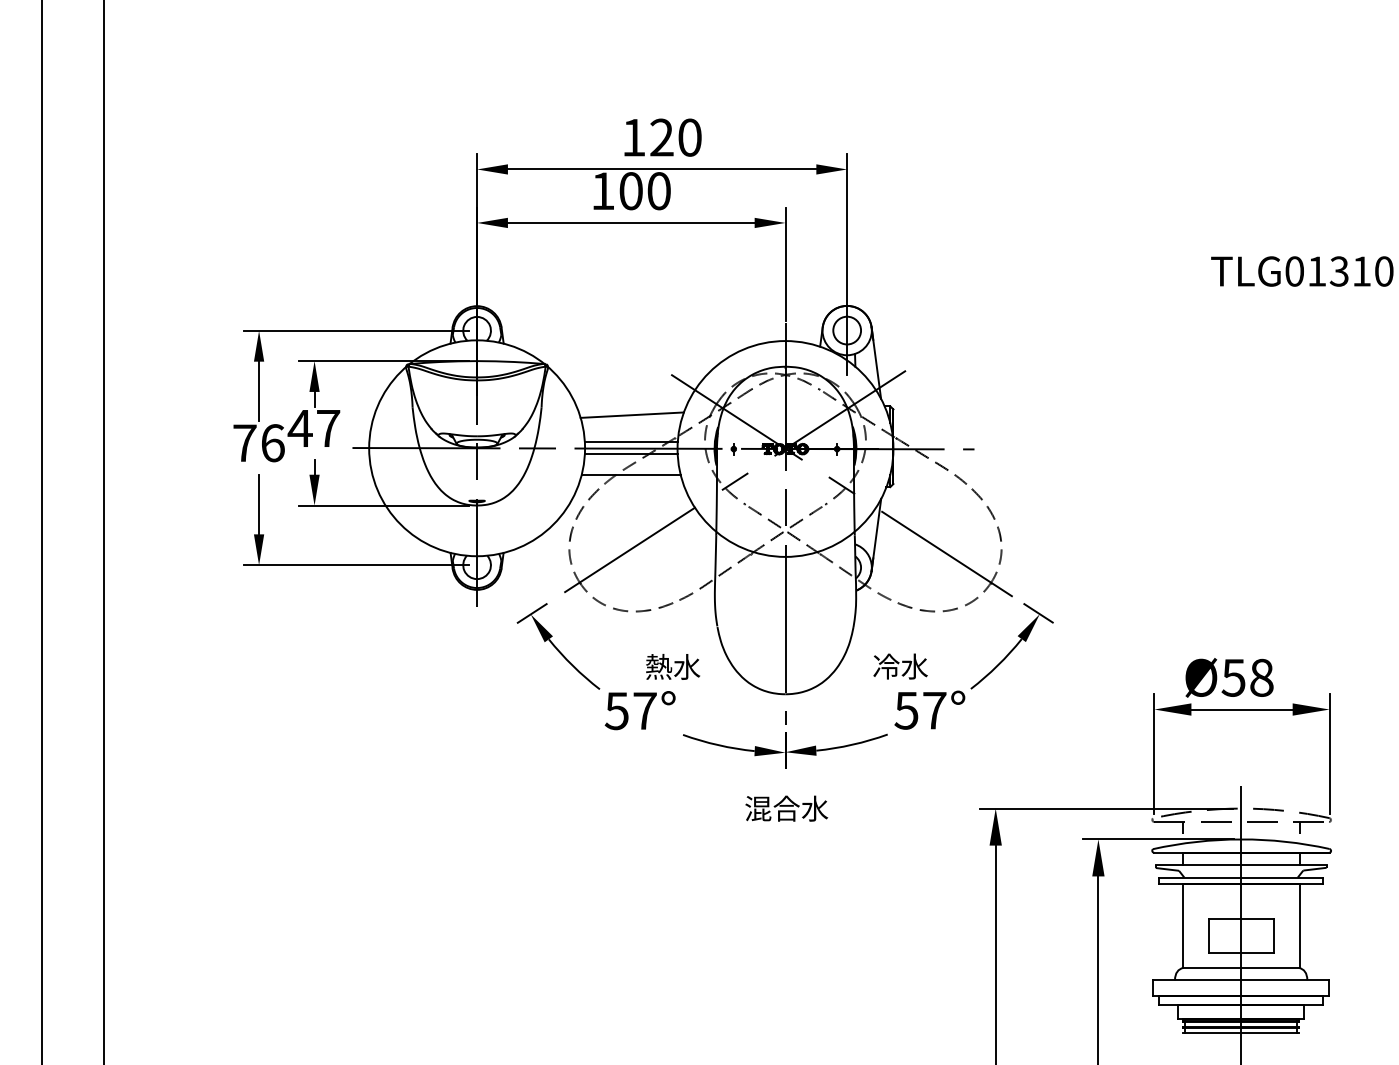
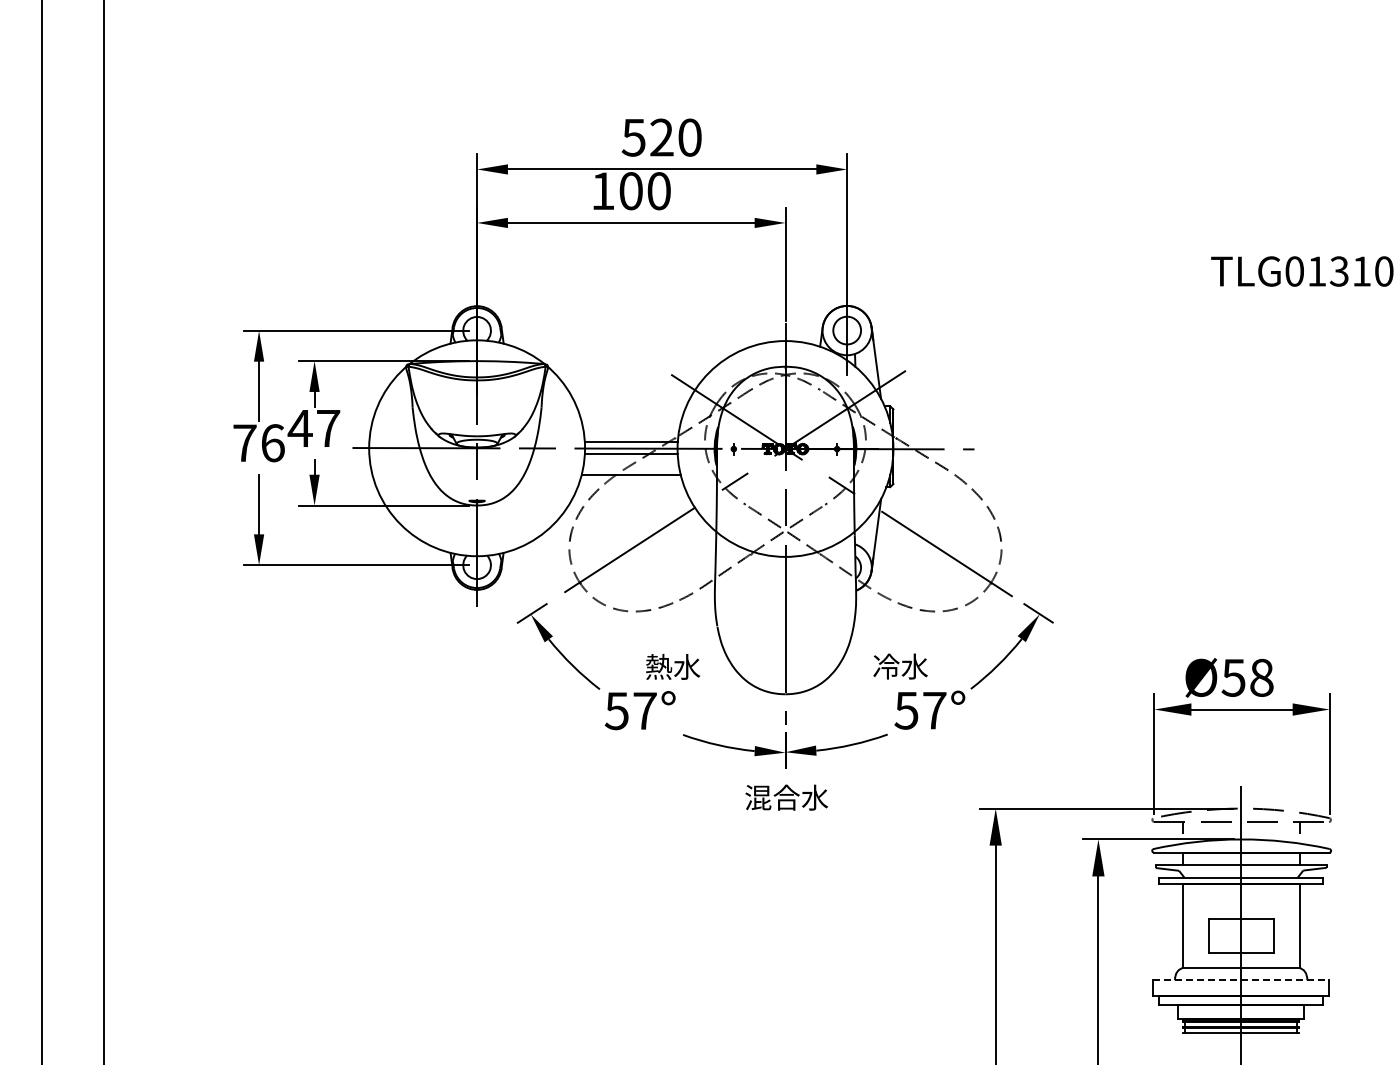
text at (633, 137): 120 -> 520
line at (631, 414): present -> none
text at (786, 808) position: (786, 808) -> (786, 797)
line at (1241, 980): solid -> dashed
